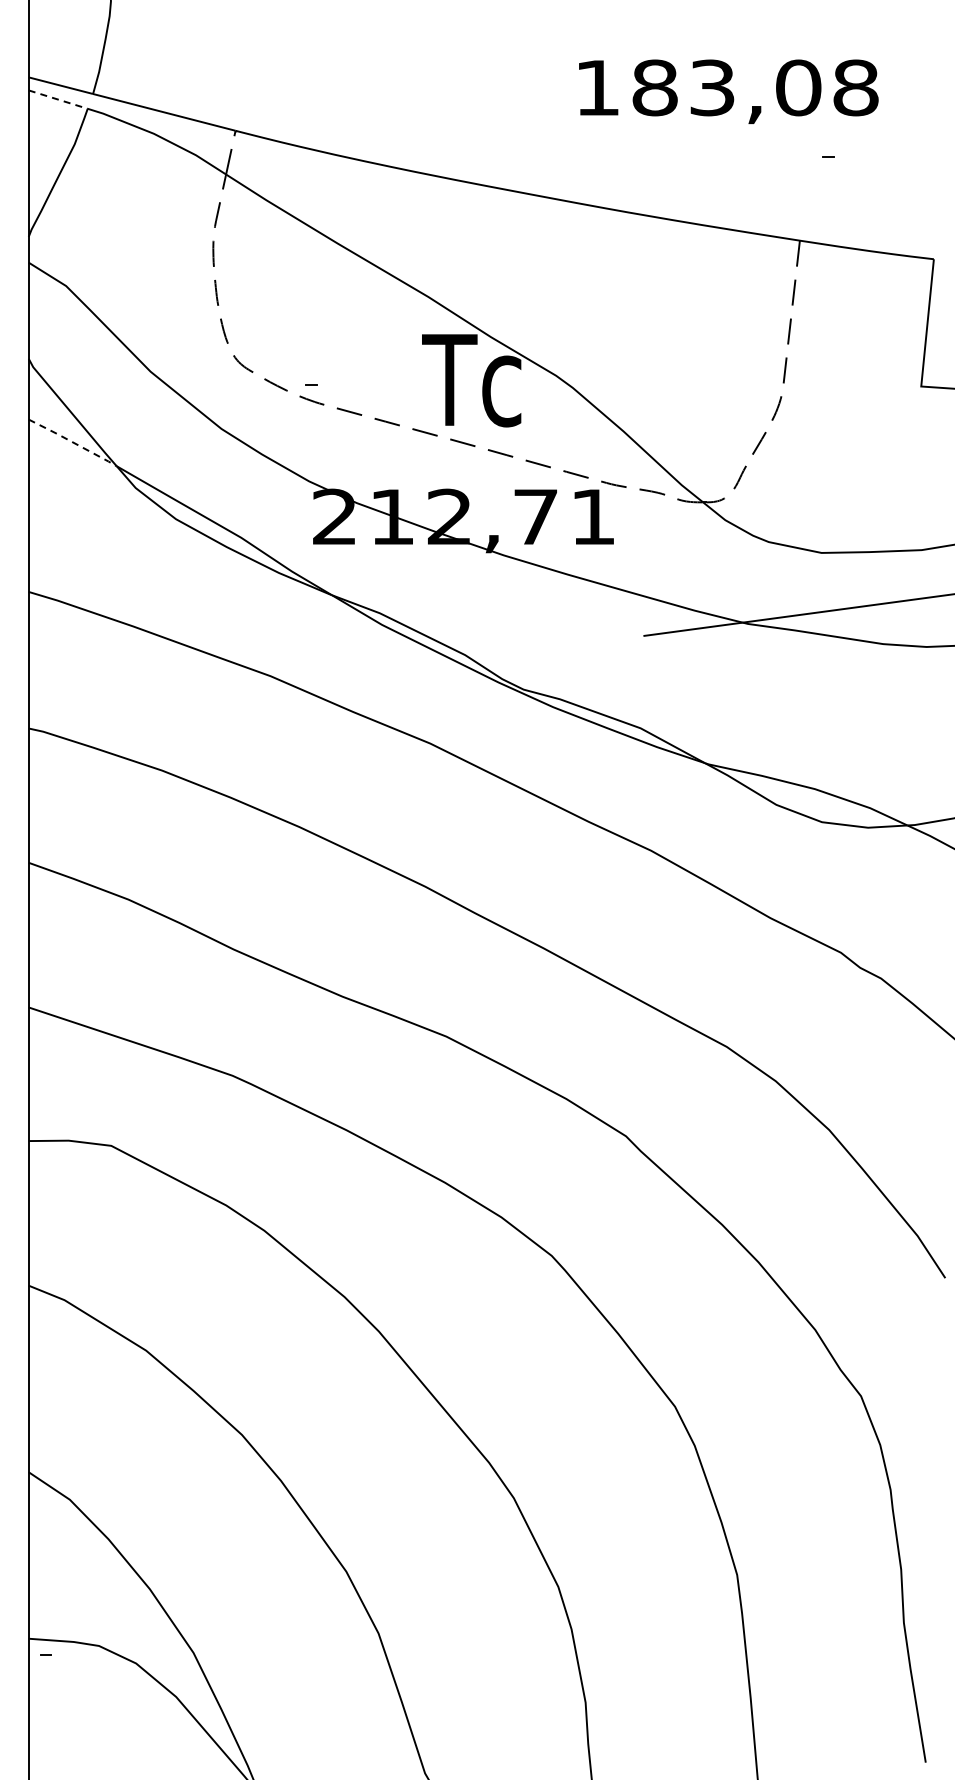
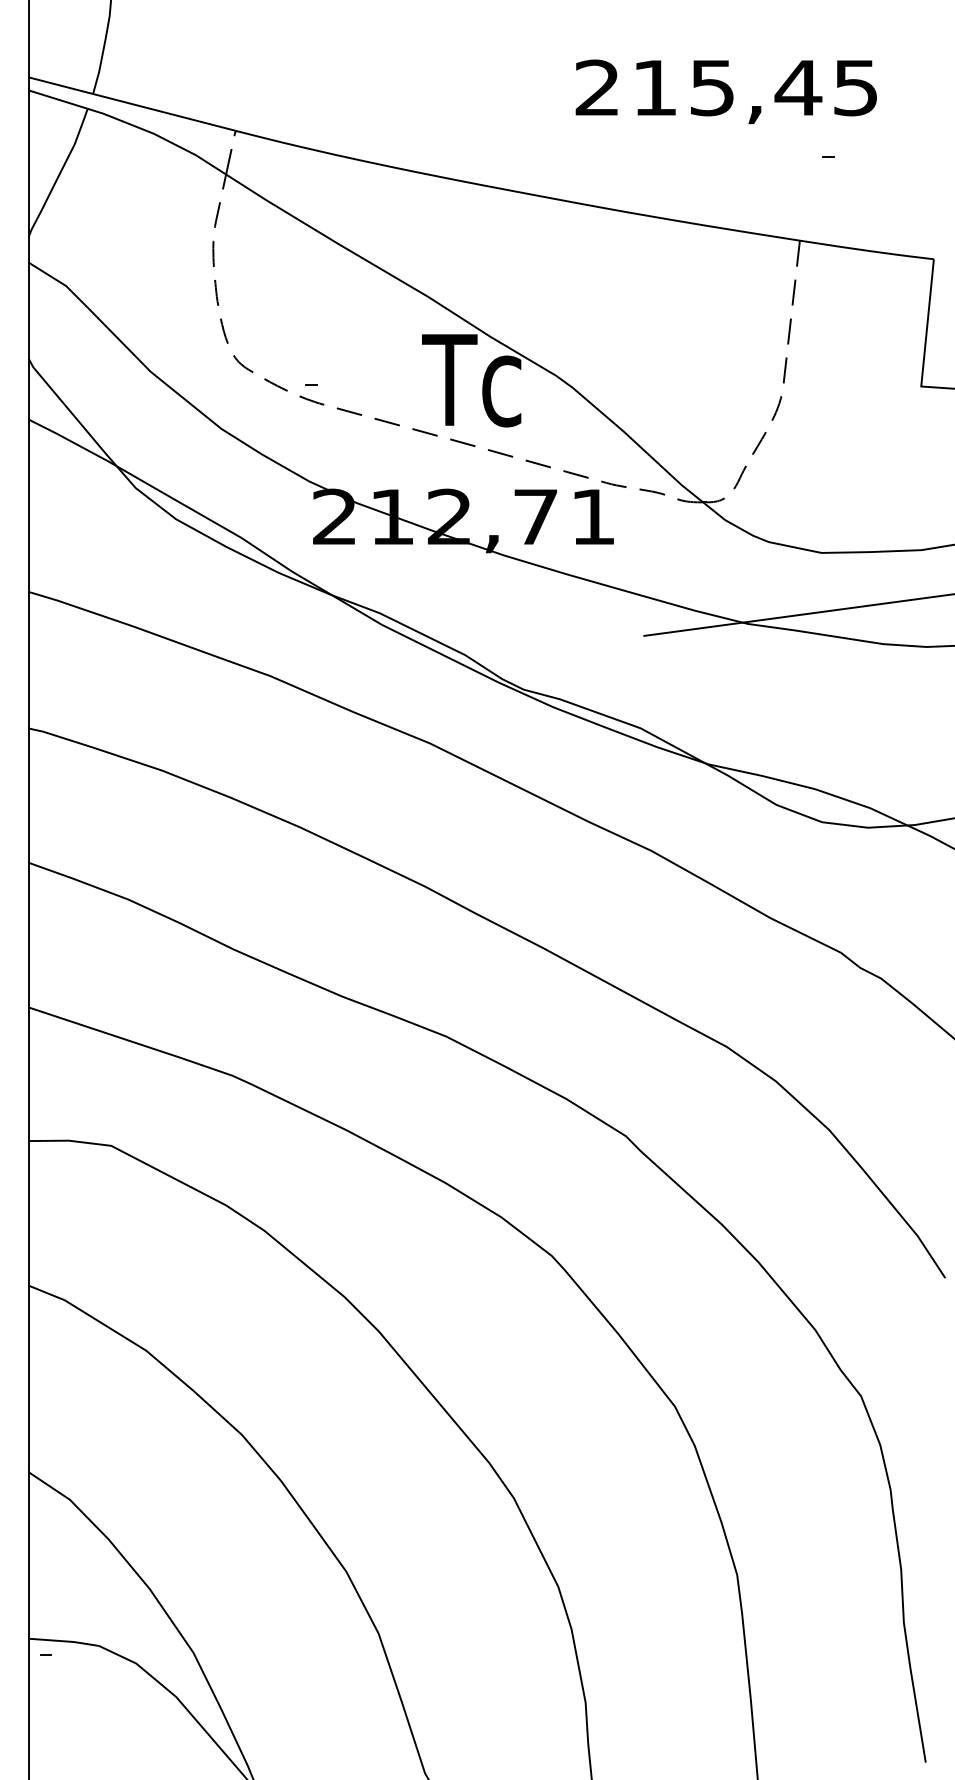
text at (726, 87): 183,08 -> 215,45
line at (58, 99): dashed -> solid
line at (73, 442): dashed -> solid
